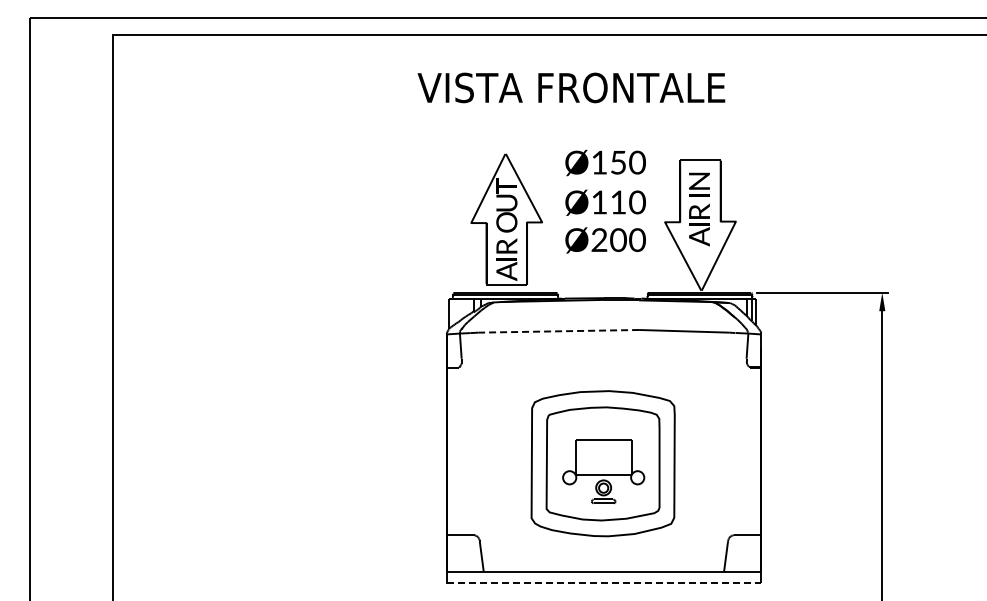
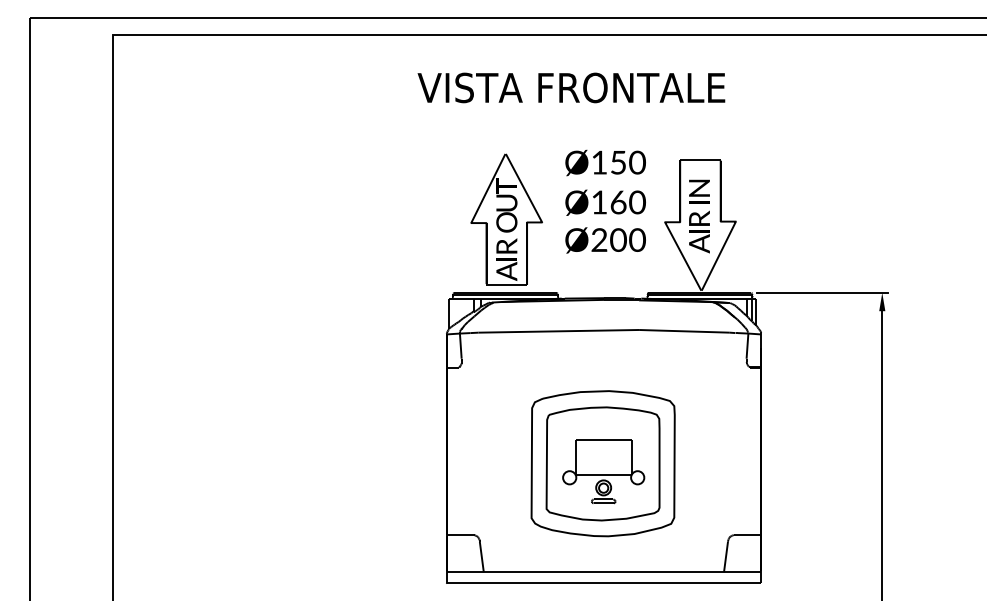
text at (618, 202): Ø110 -> Ø160
text at (699, 209) position: (699, 209) -> (699, 216)
line at (558, 331): dashed -> solid
line at (604, 582): dashed -> solid
